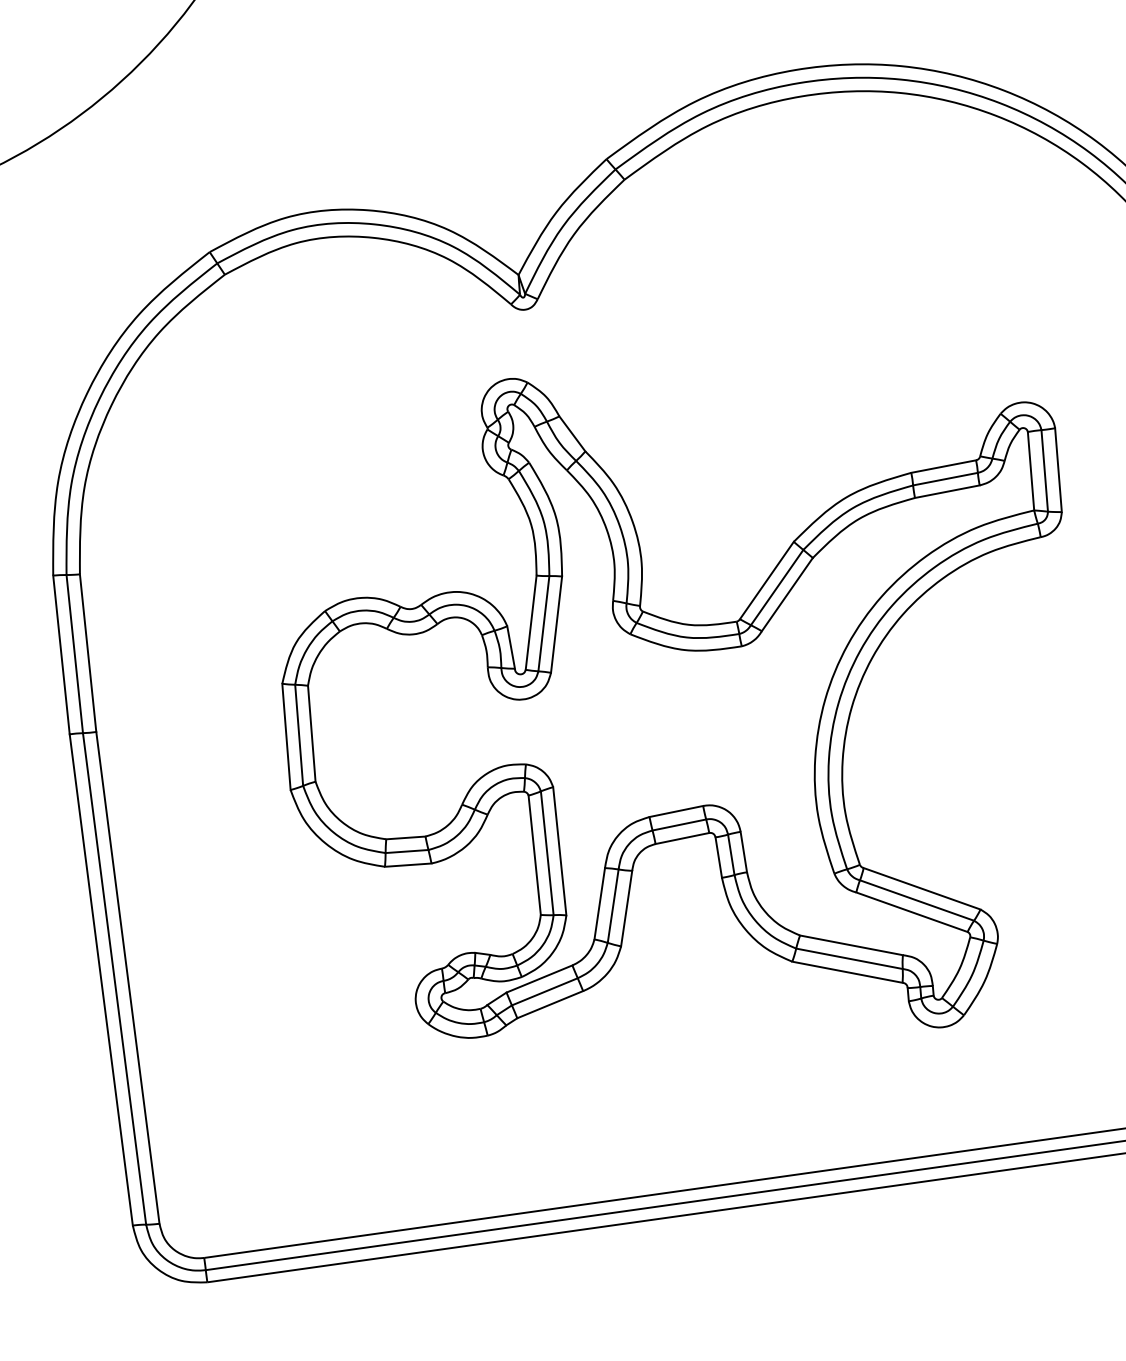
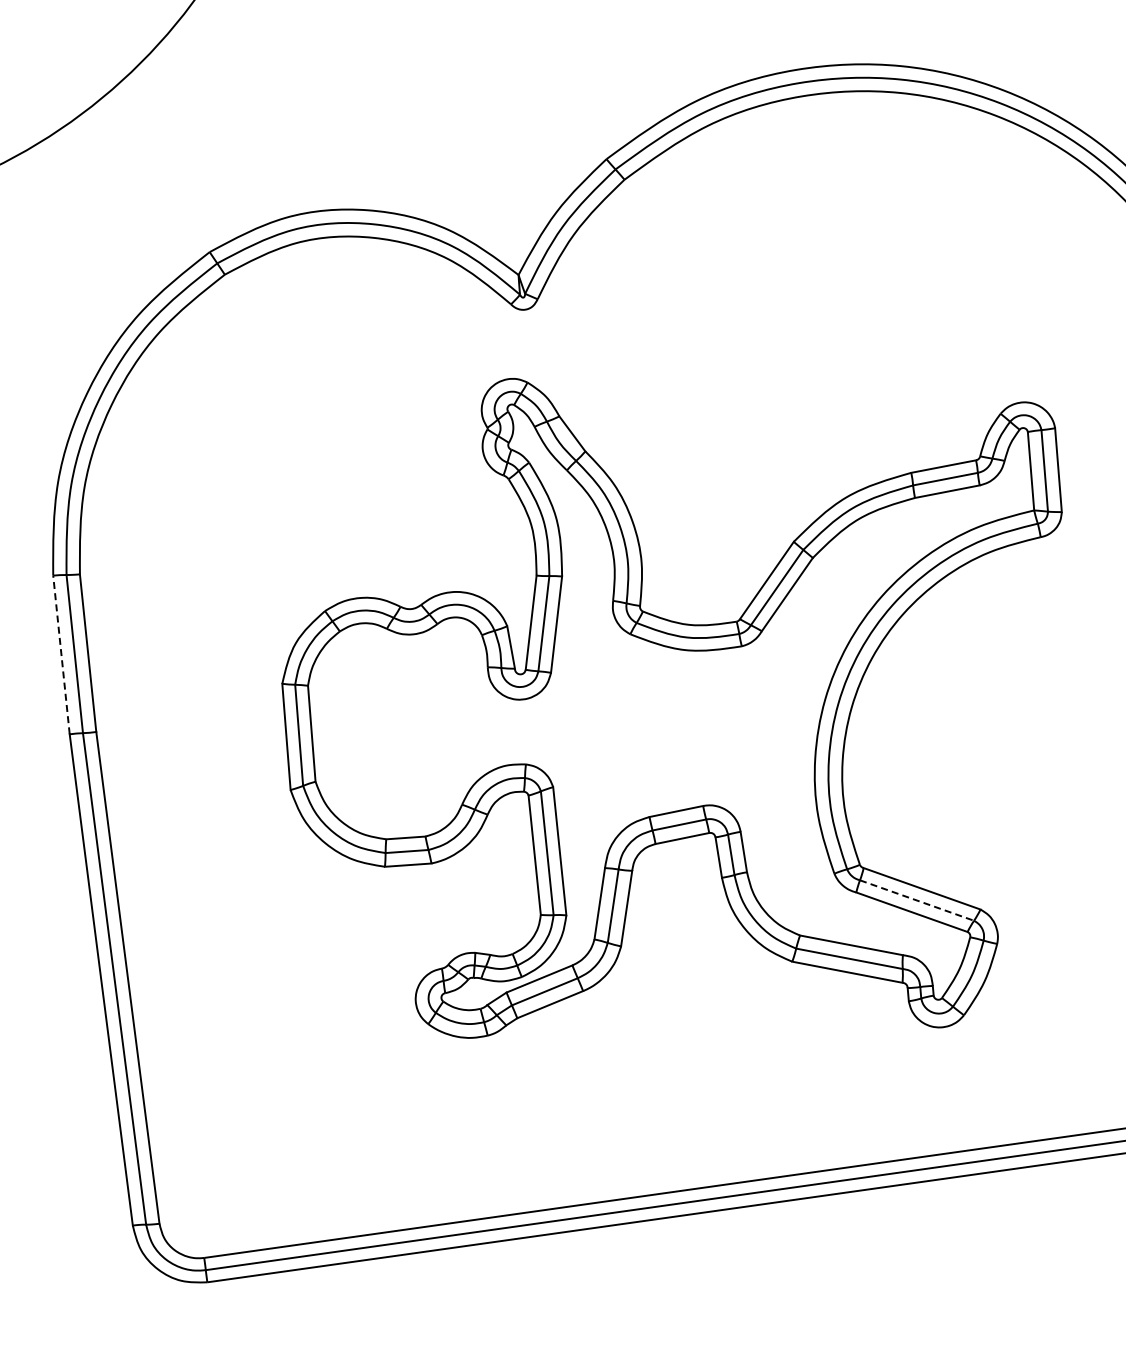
line at (61, 654): solid -> dashed
line at (917, 900): solid -> dashed
